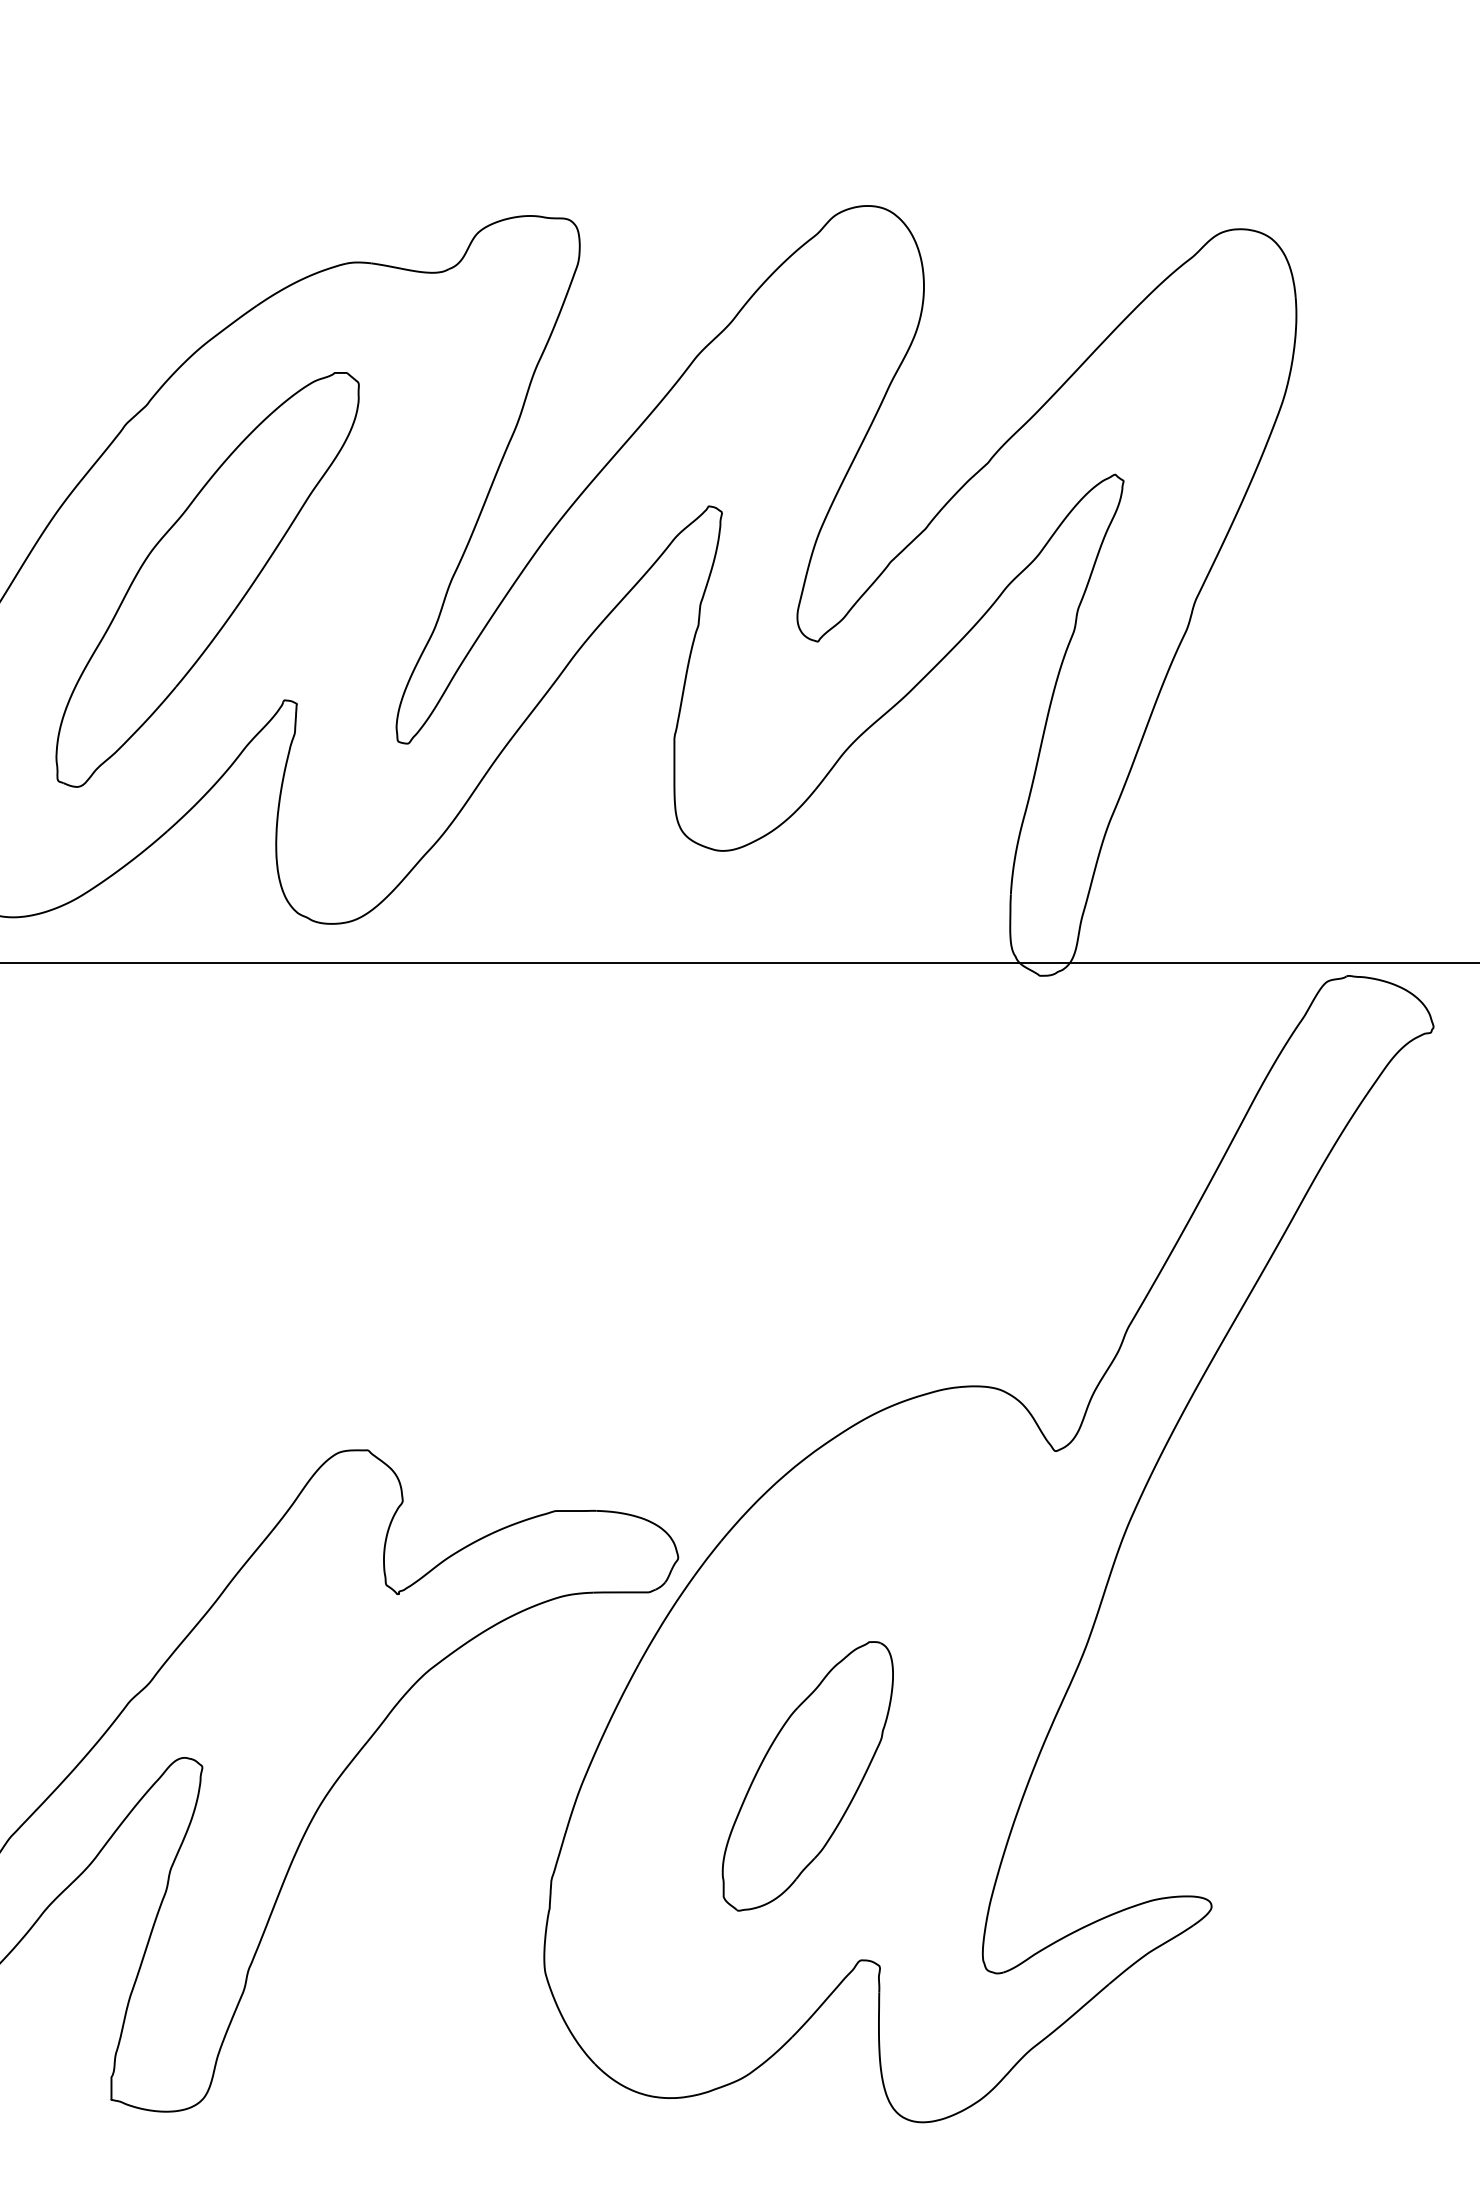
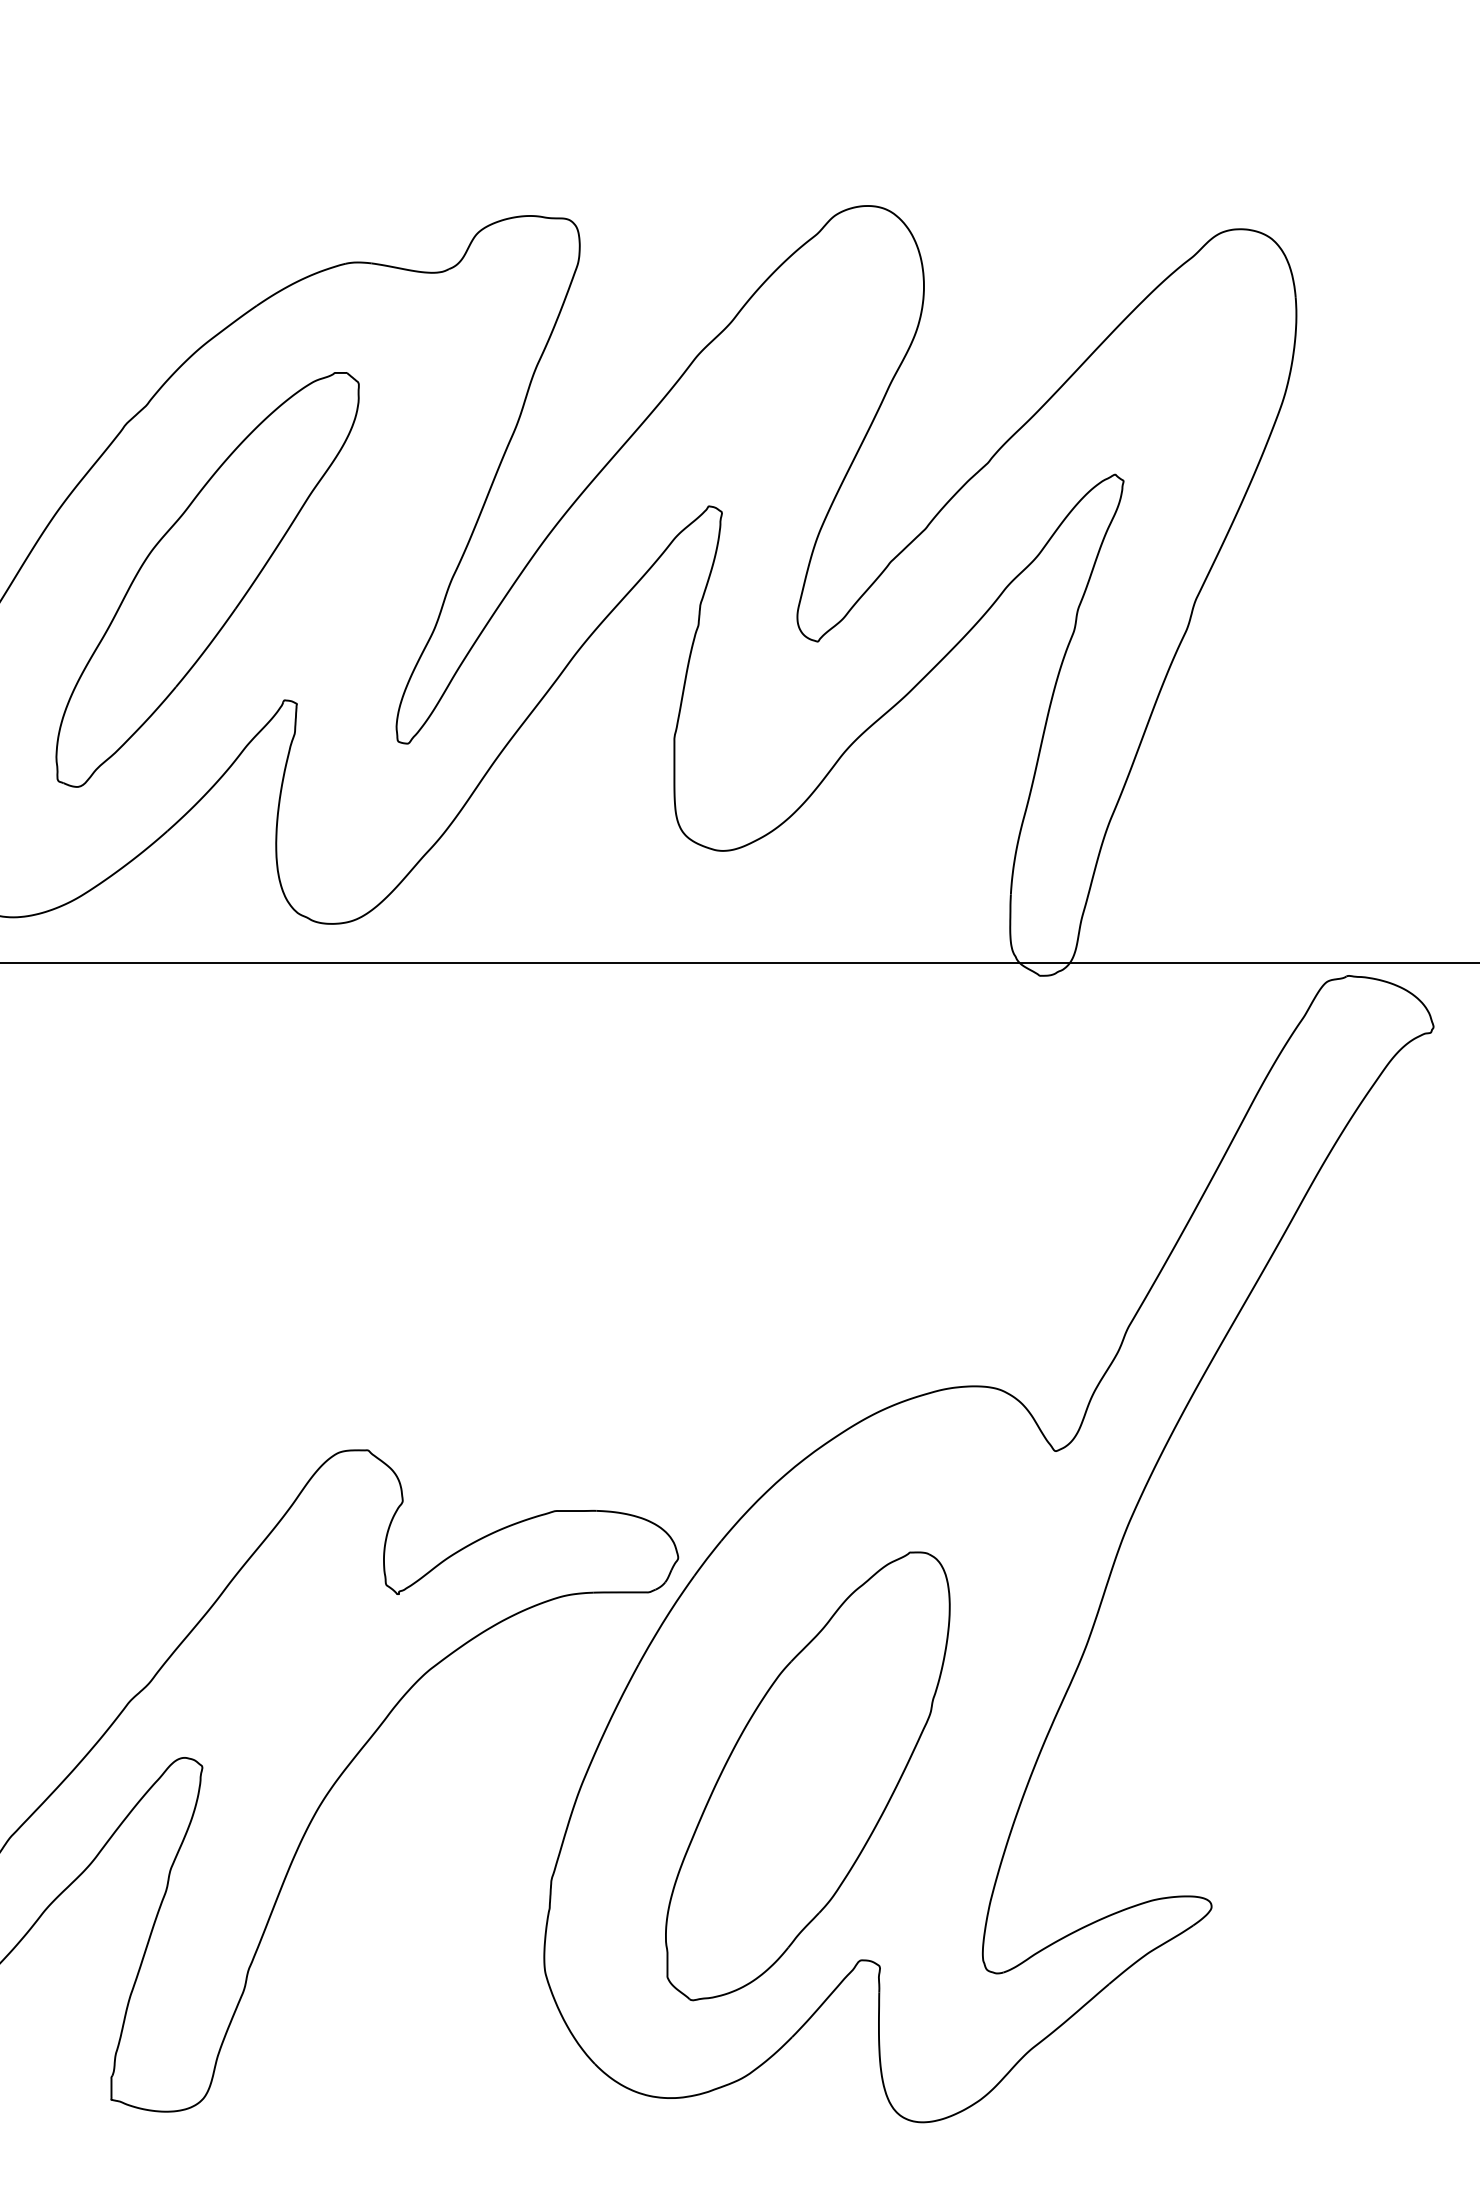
part at (807, 1776) size: 173x271 px -> 286x451 px
